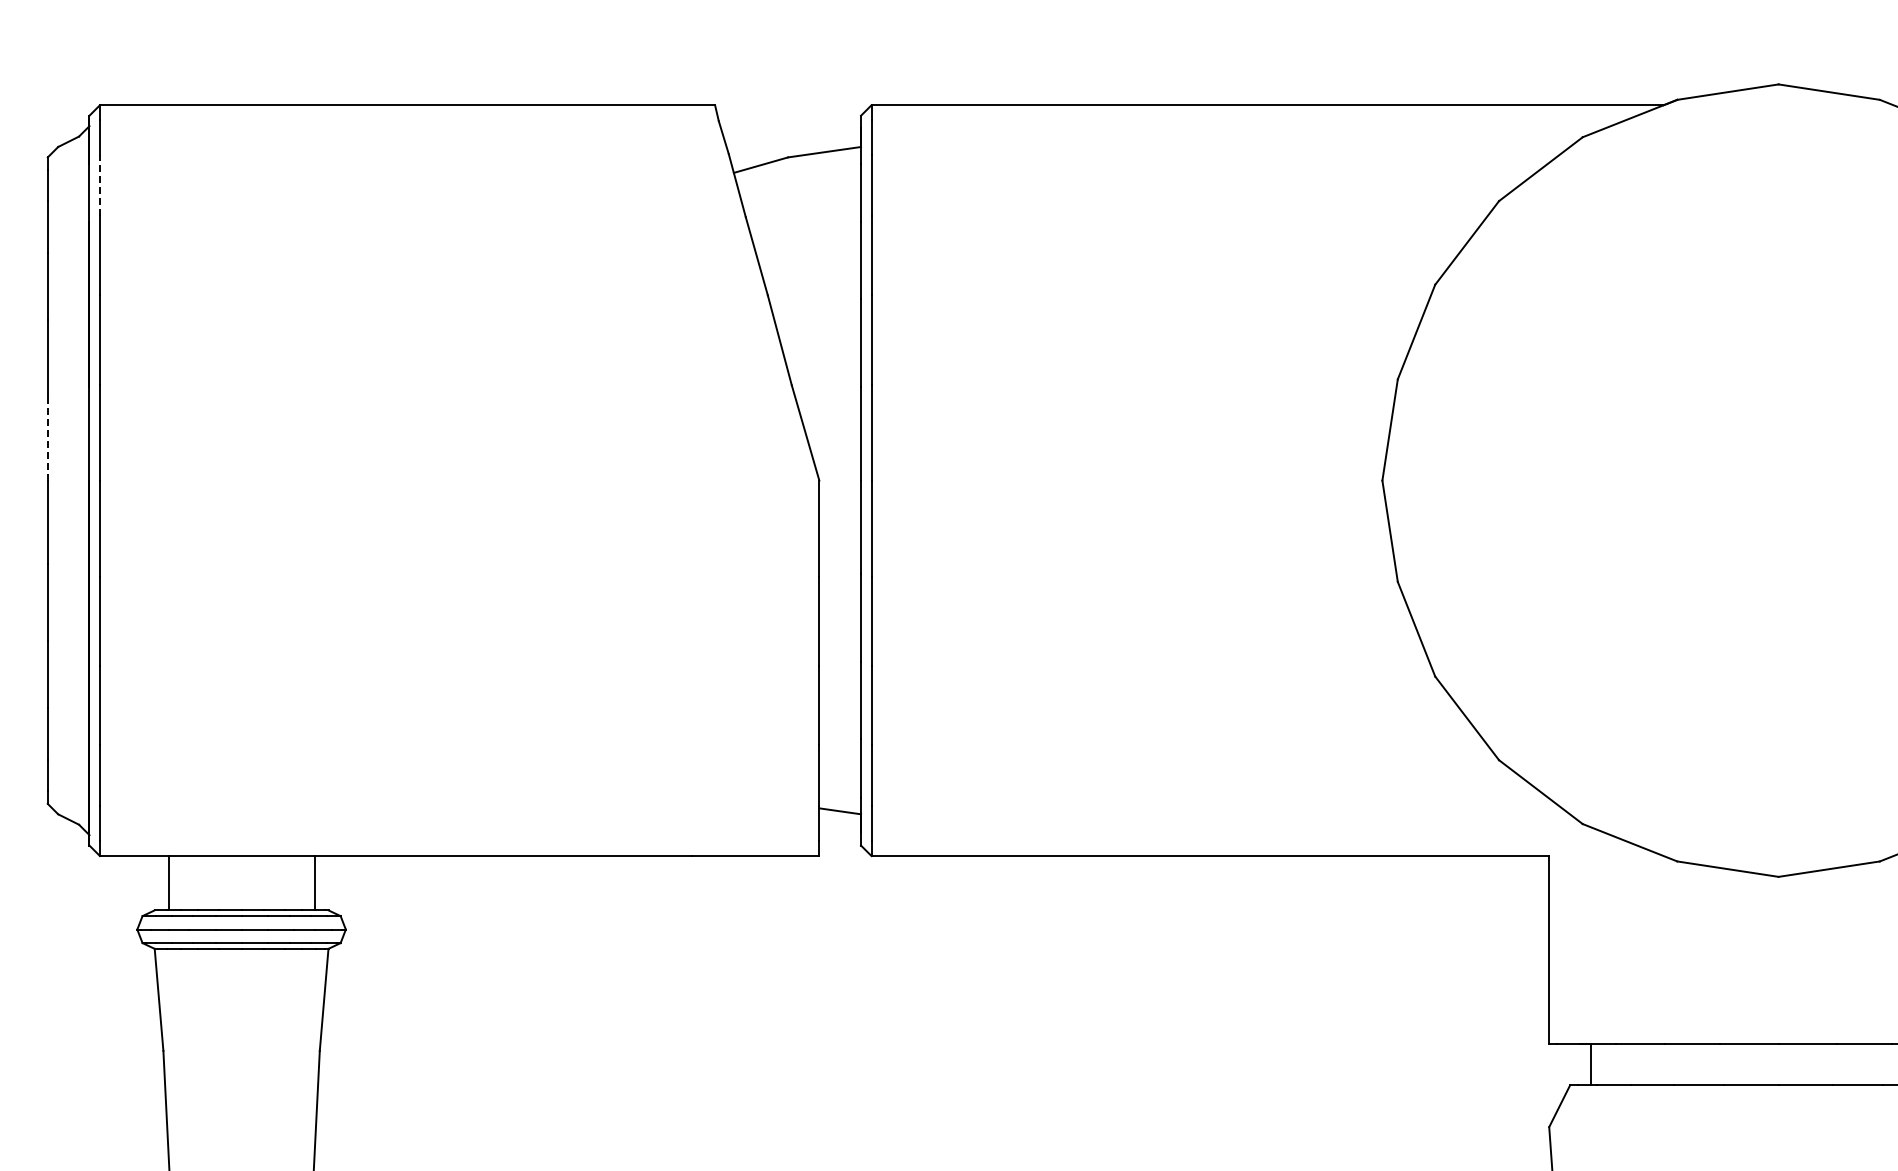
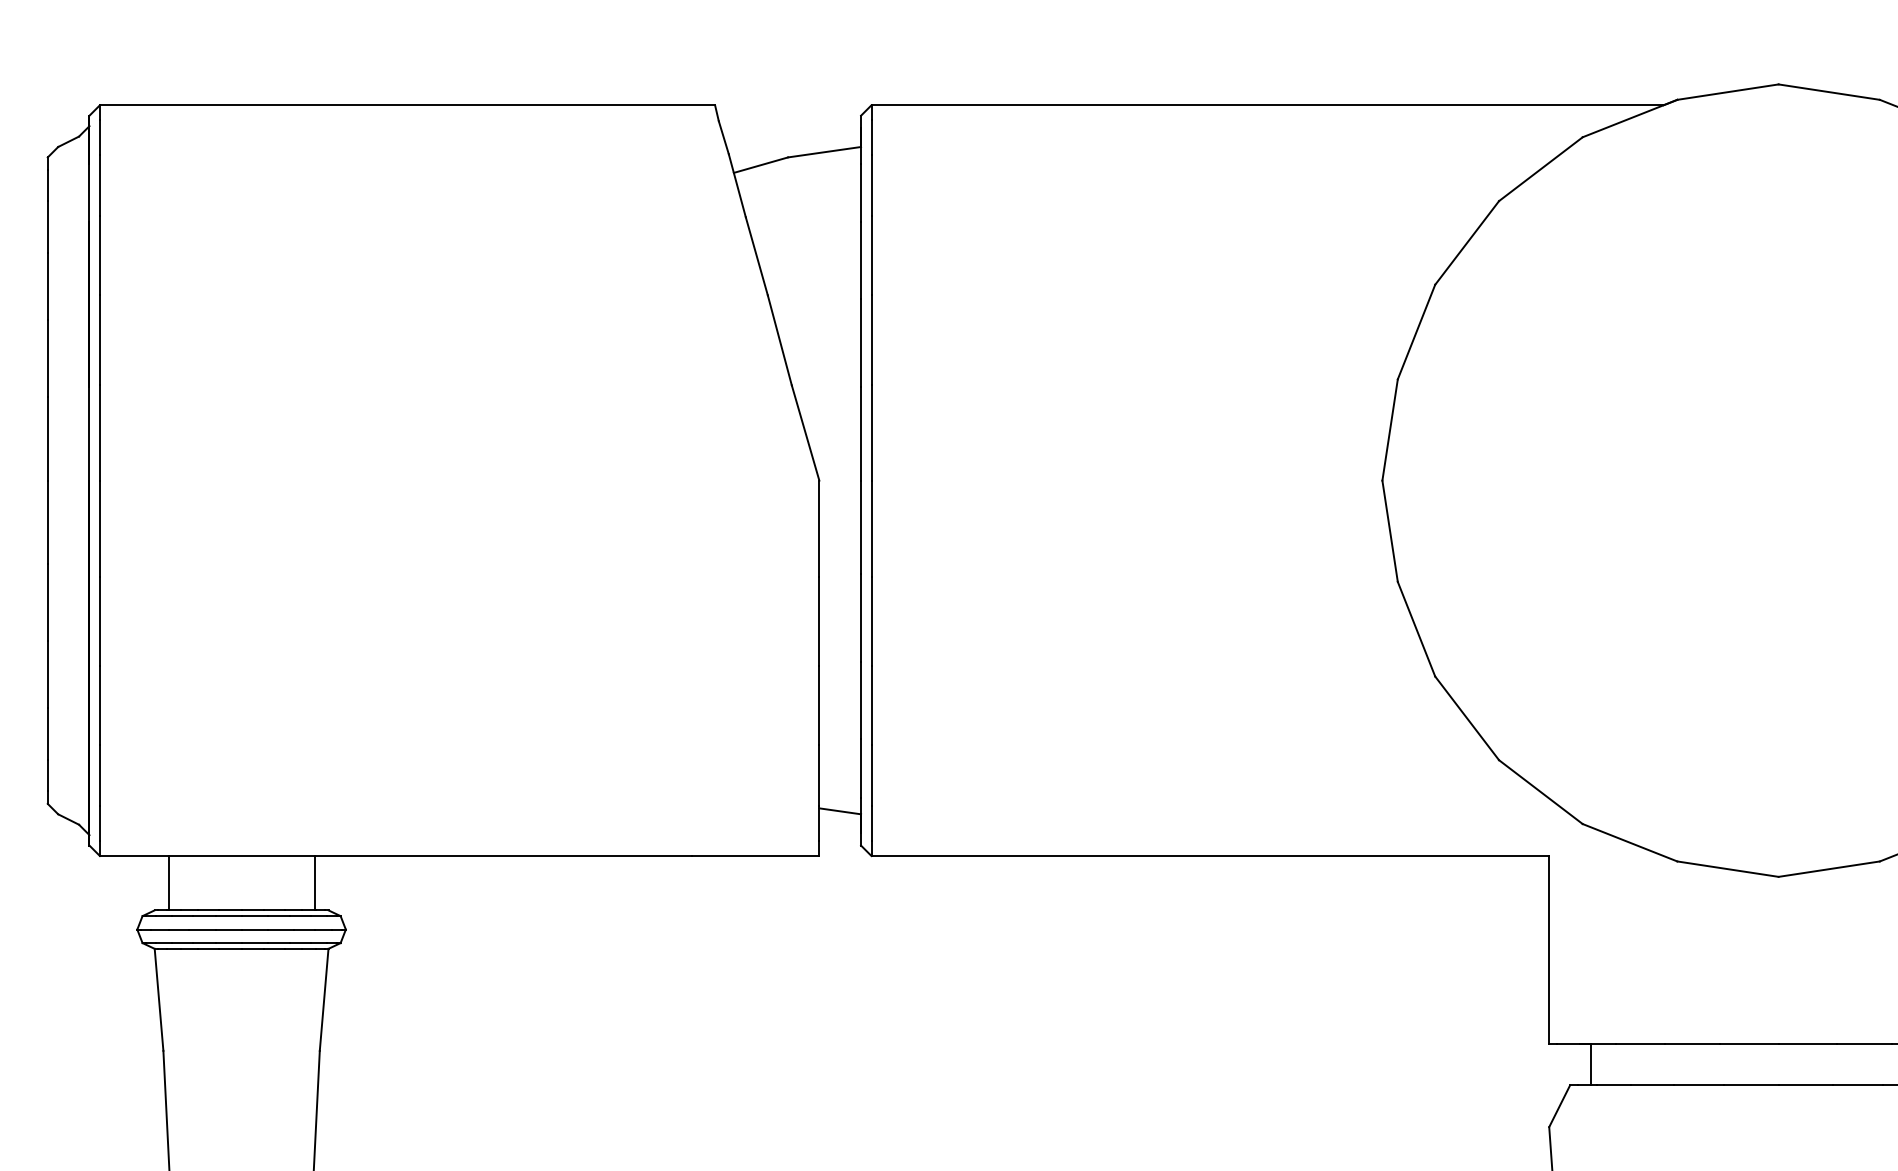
line at (99, 185): dashed -> solid
line at (47, 438): dashed -> solid
